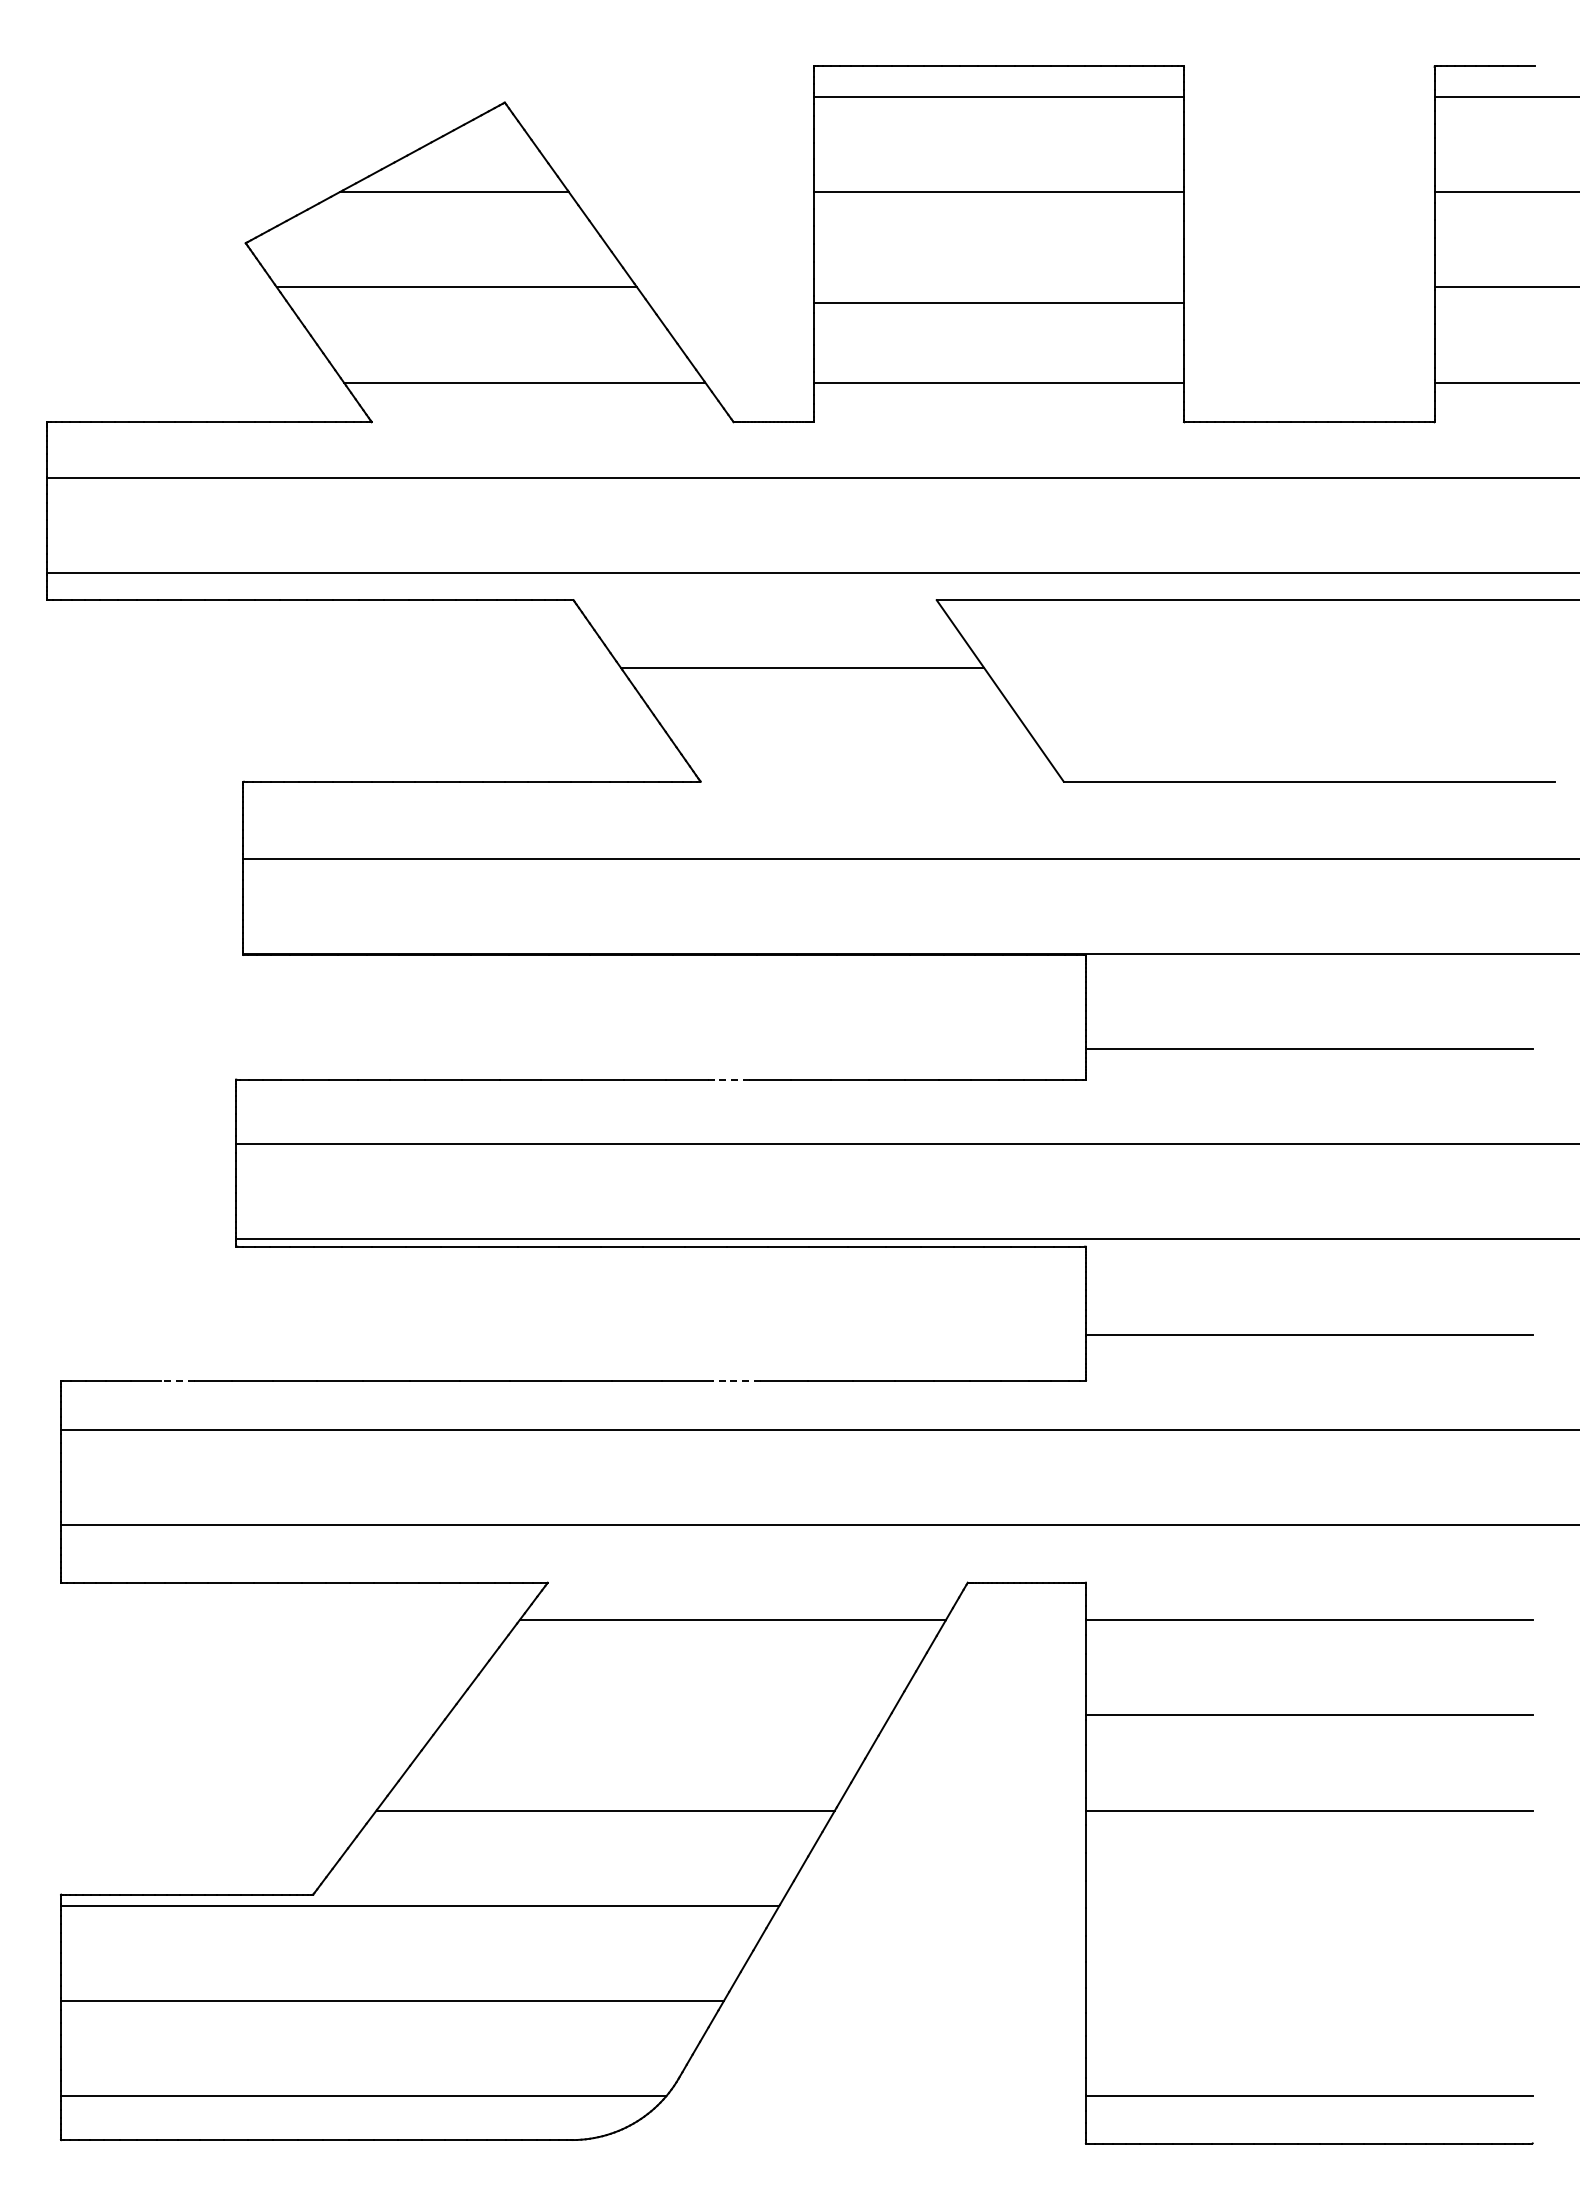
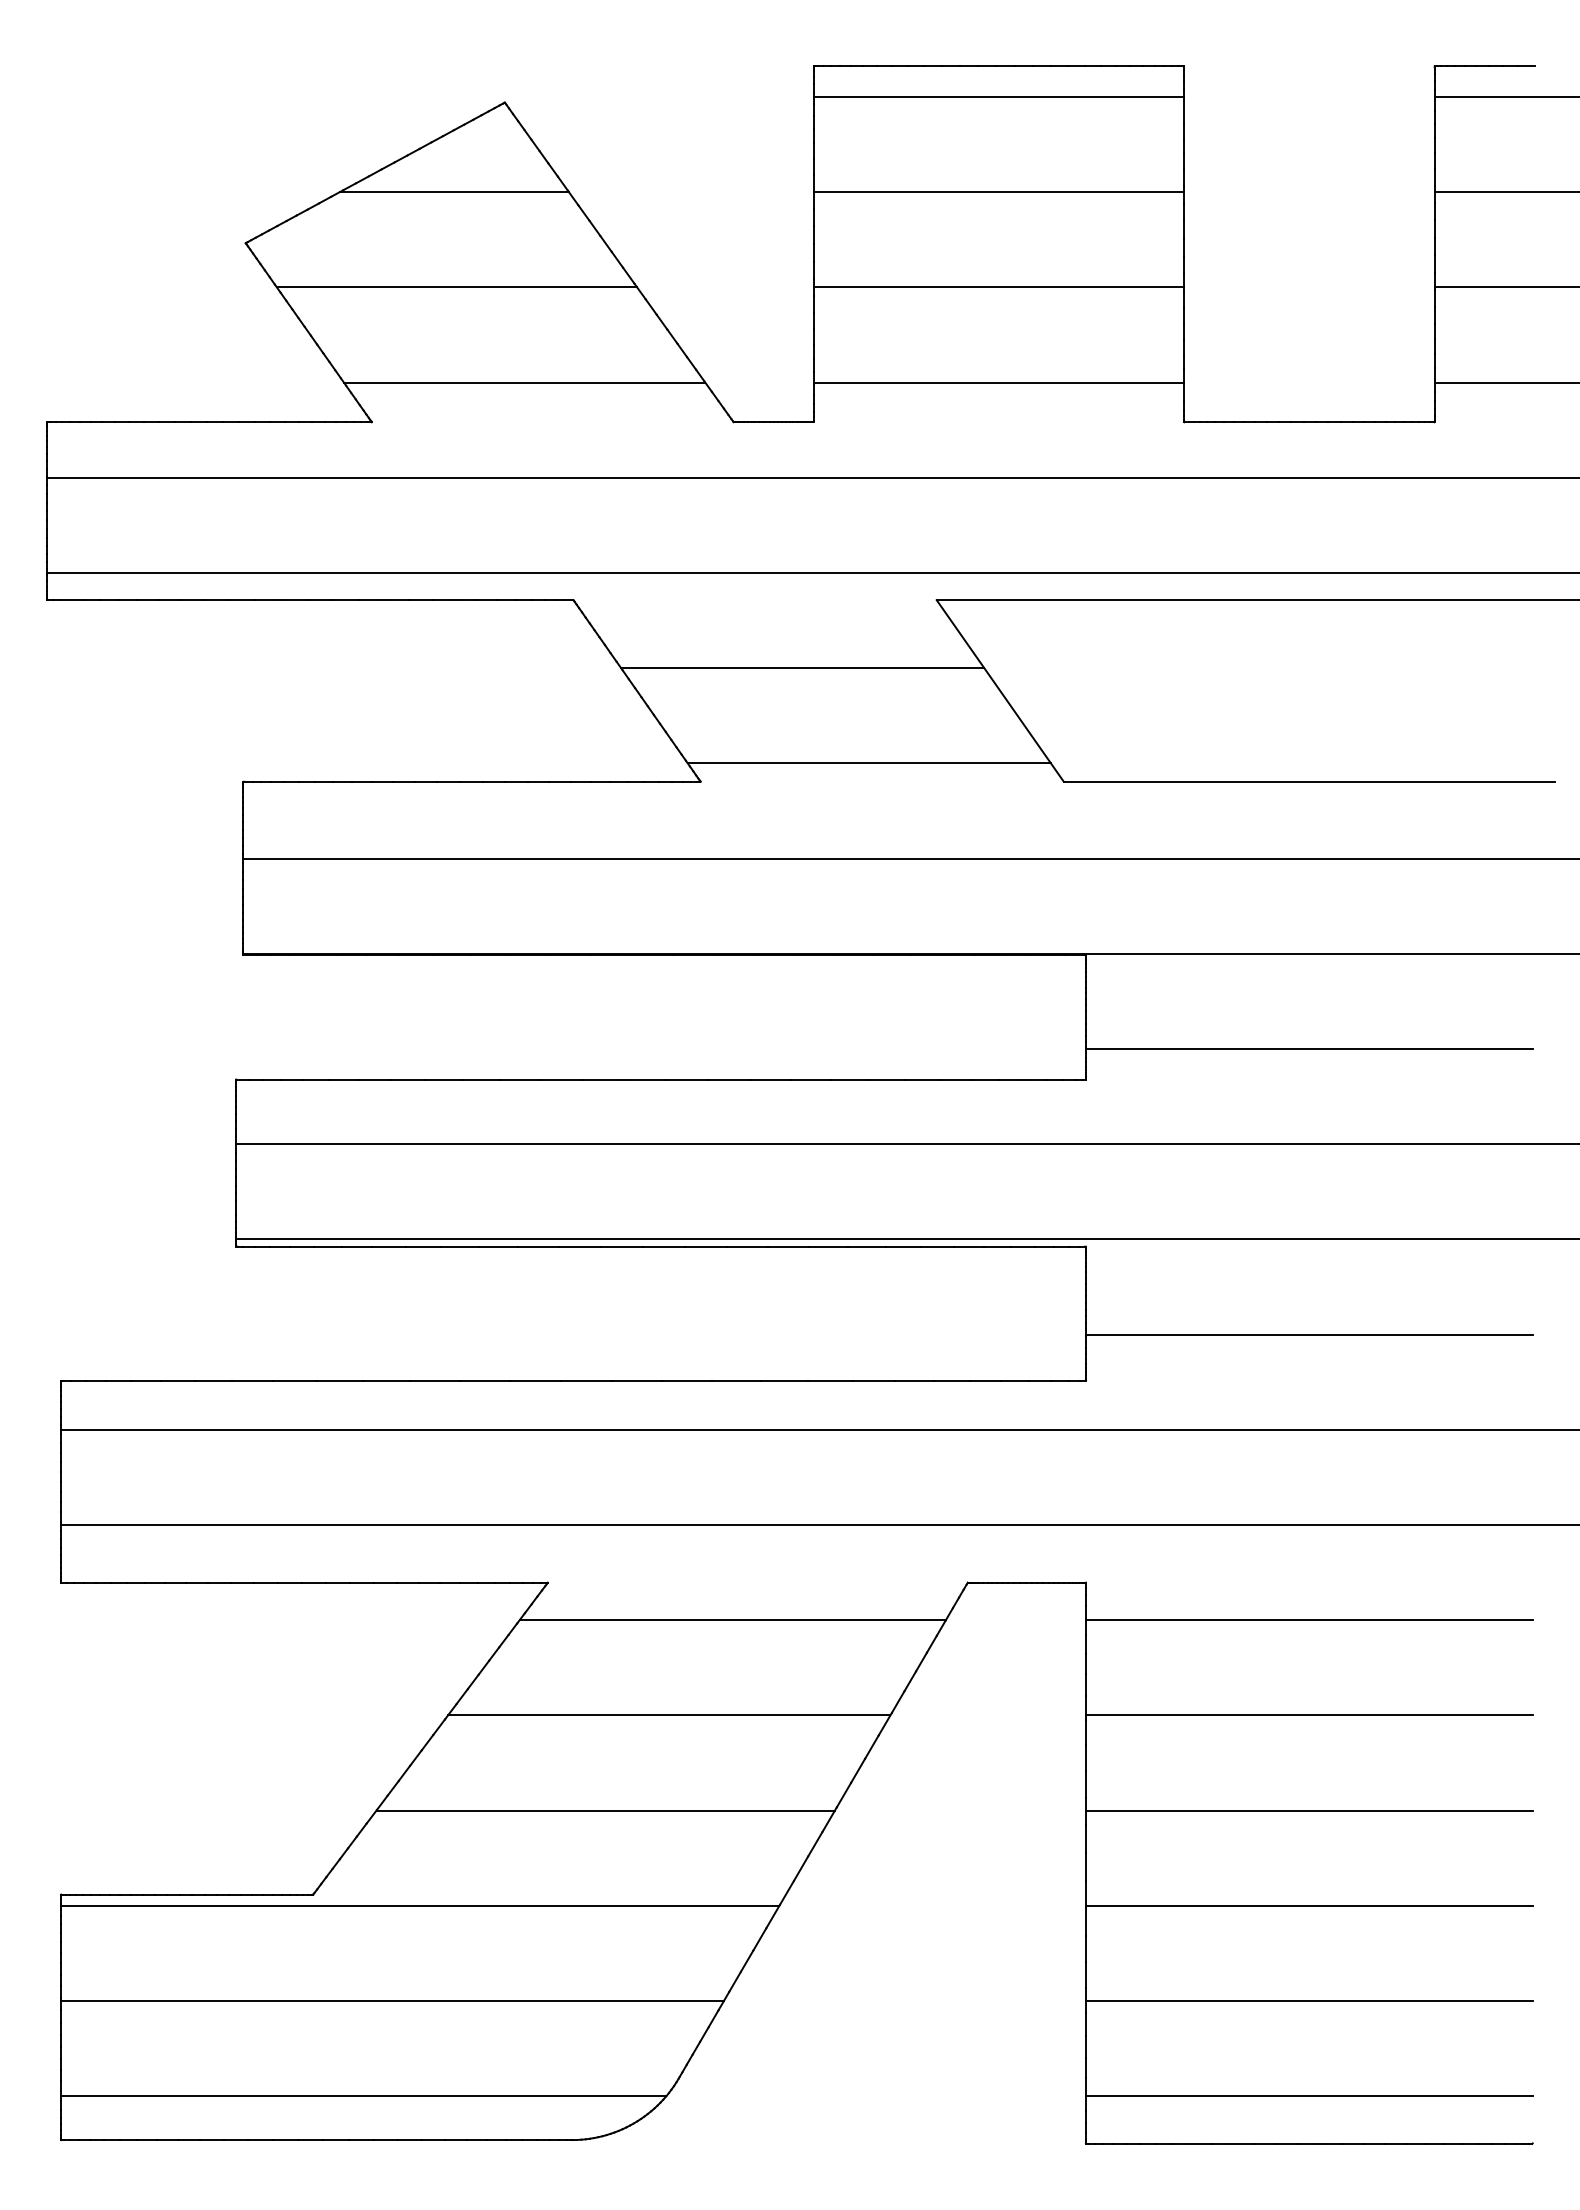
line at (998, 303) position: (998, 303) -> (998, 287)
line at (868, 763): none -> present
line at (728, 1079): dashed -> solid
line at (177, 1380): dashed -> solid
line at (736, 1380): dashed -> solid
line at (669, 1715): none -> present
line at (1309, 1905): none -> present
line at (1309, 2000): none -> present
